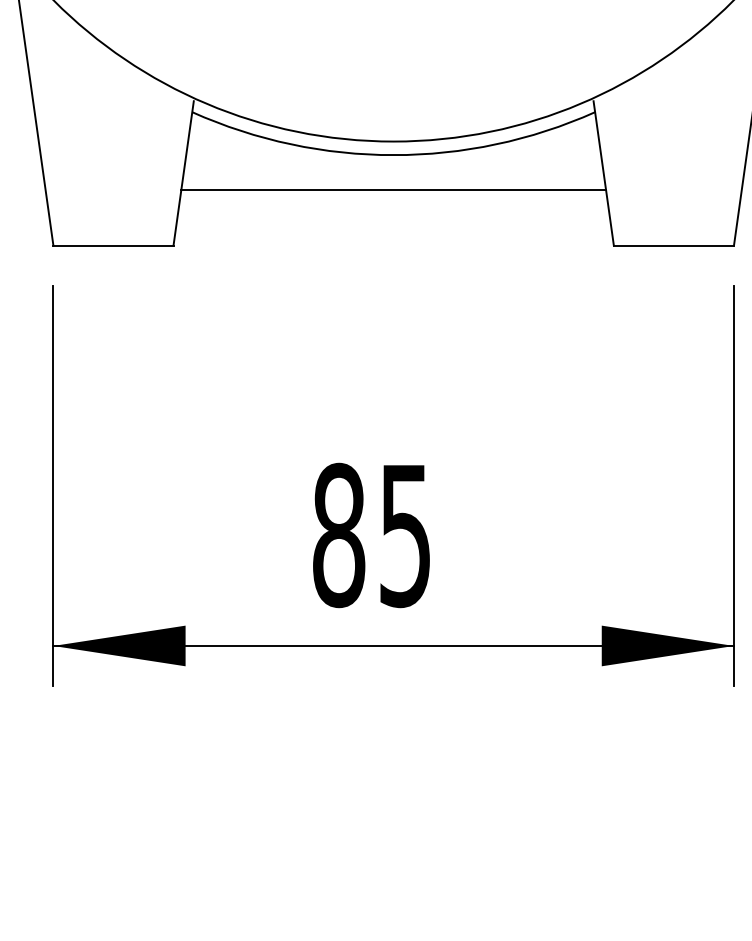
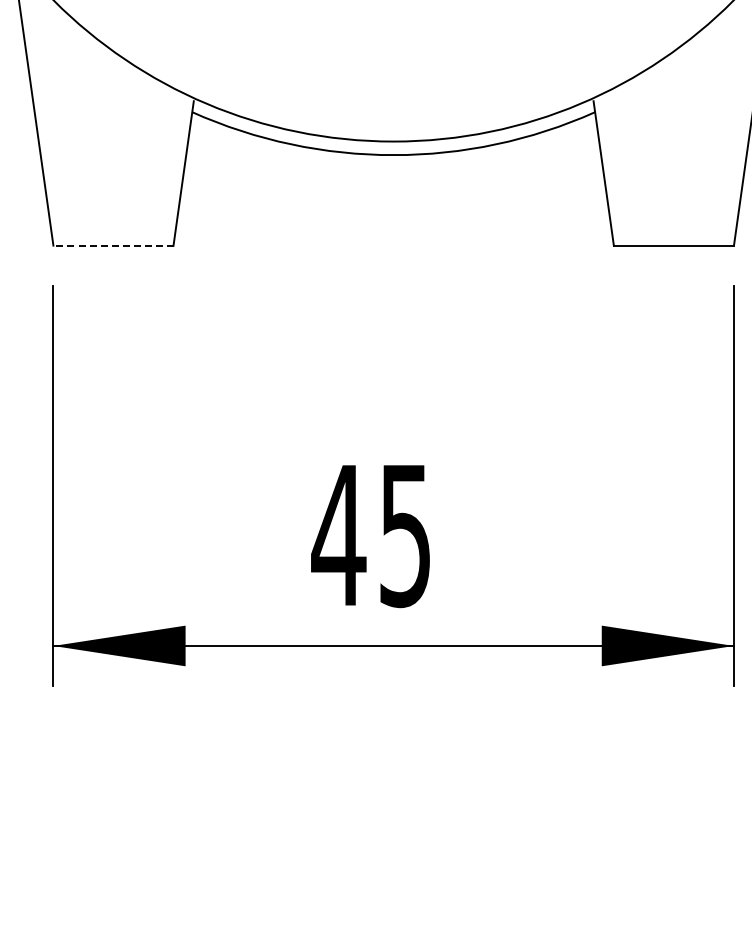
line at (393, 189): present -> none
line at (112, 245): solid -> dashed
text at (338, 535): 85 -> 45
